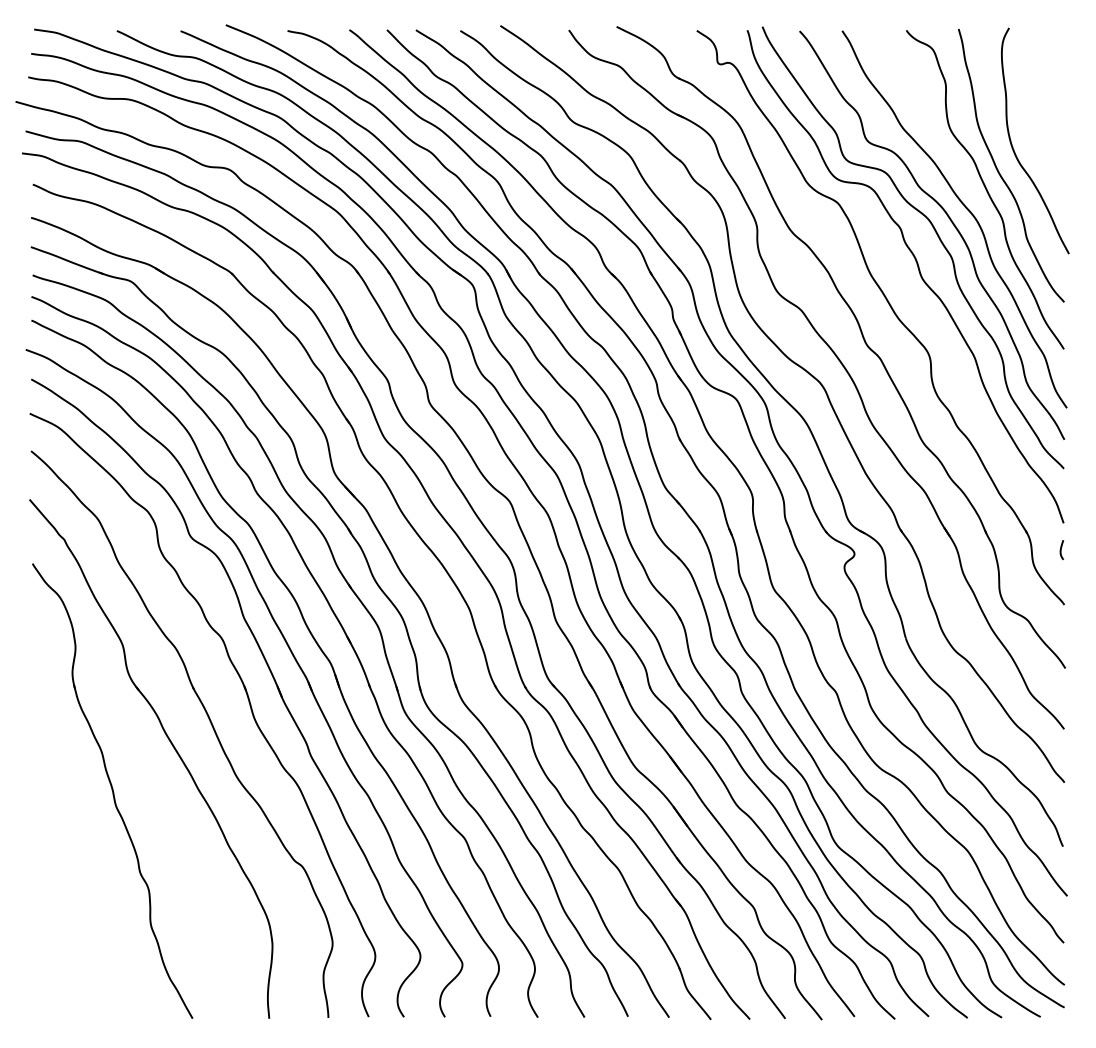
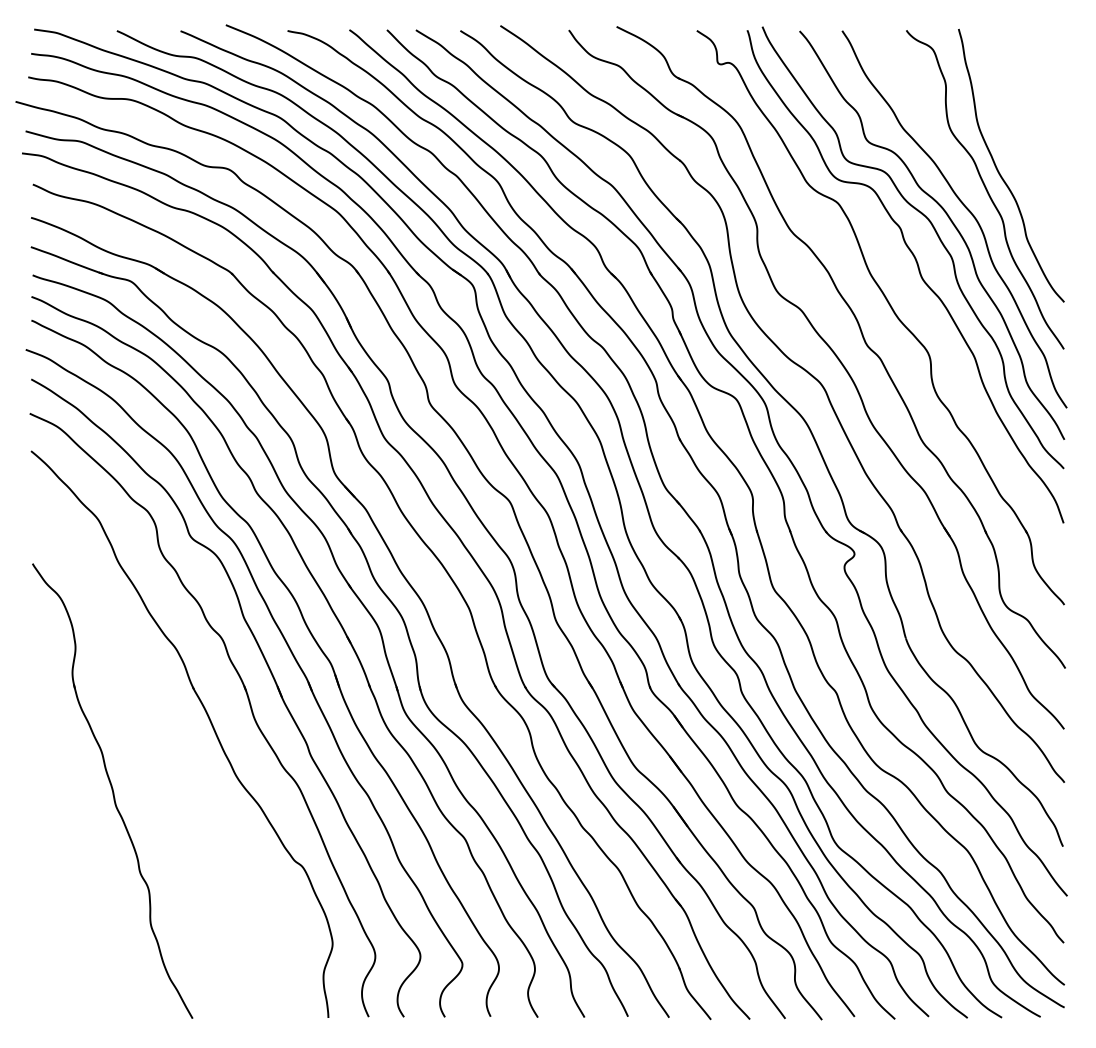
curve at (1014, 149): present -> none
curve at (1061, 550): present -> none
part at (171, 745): present -> none
